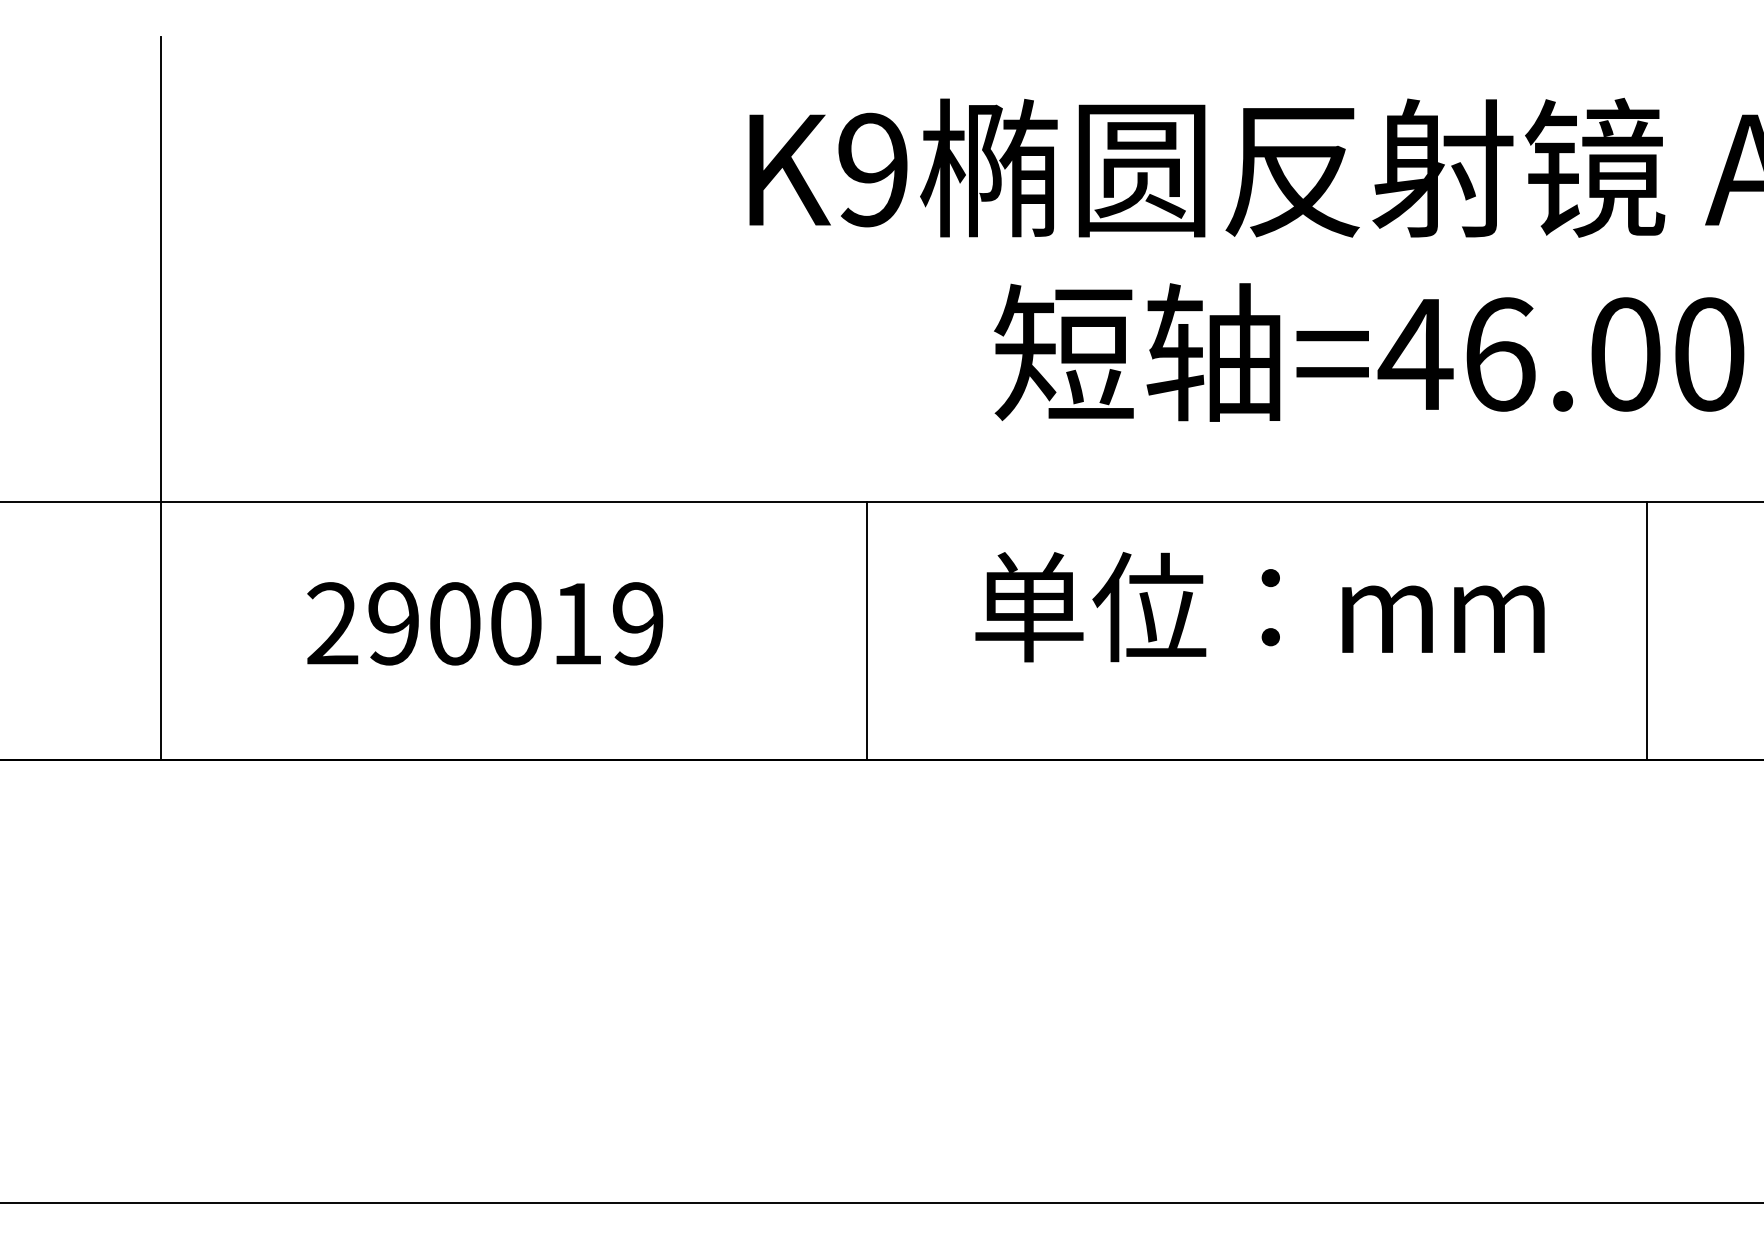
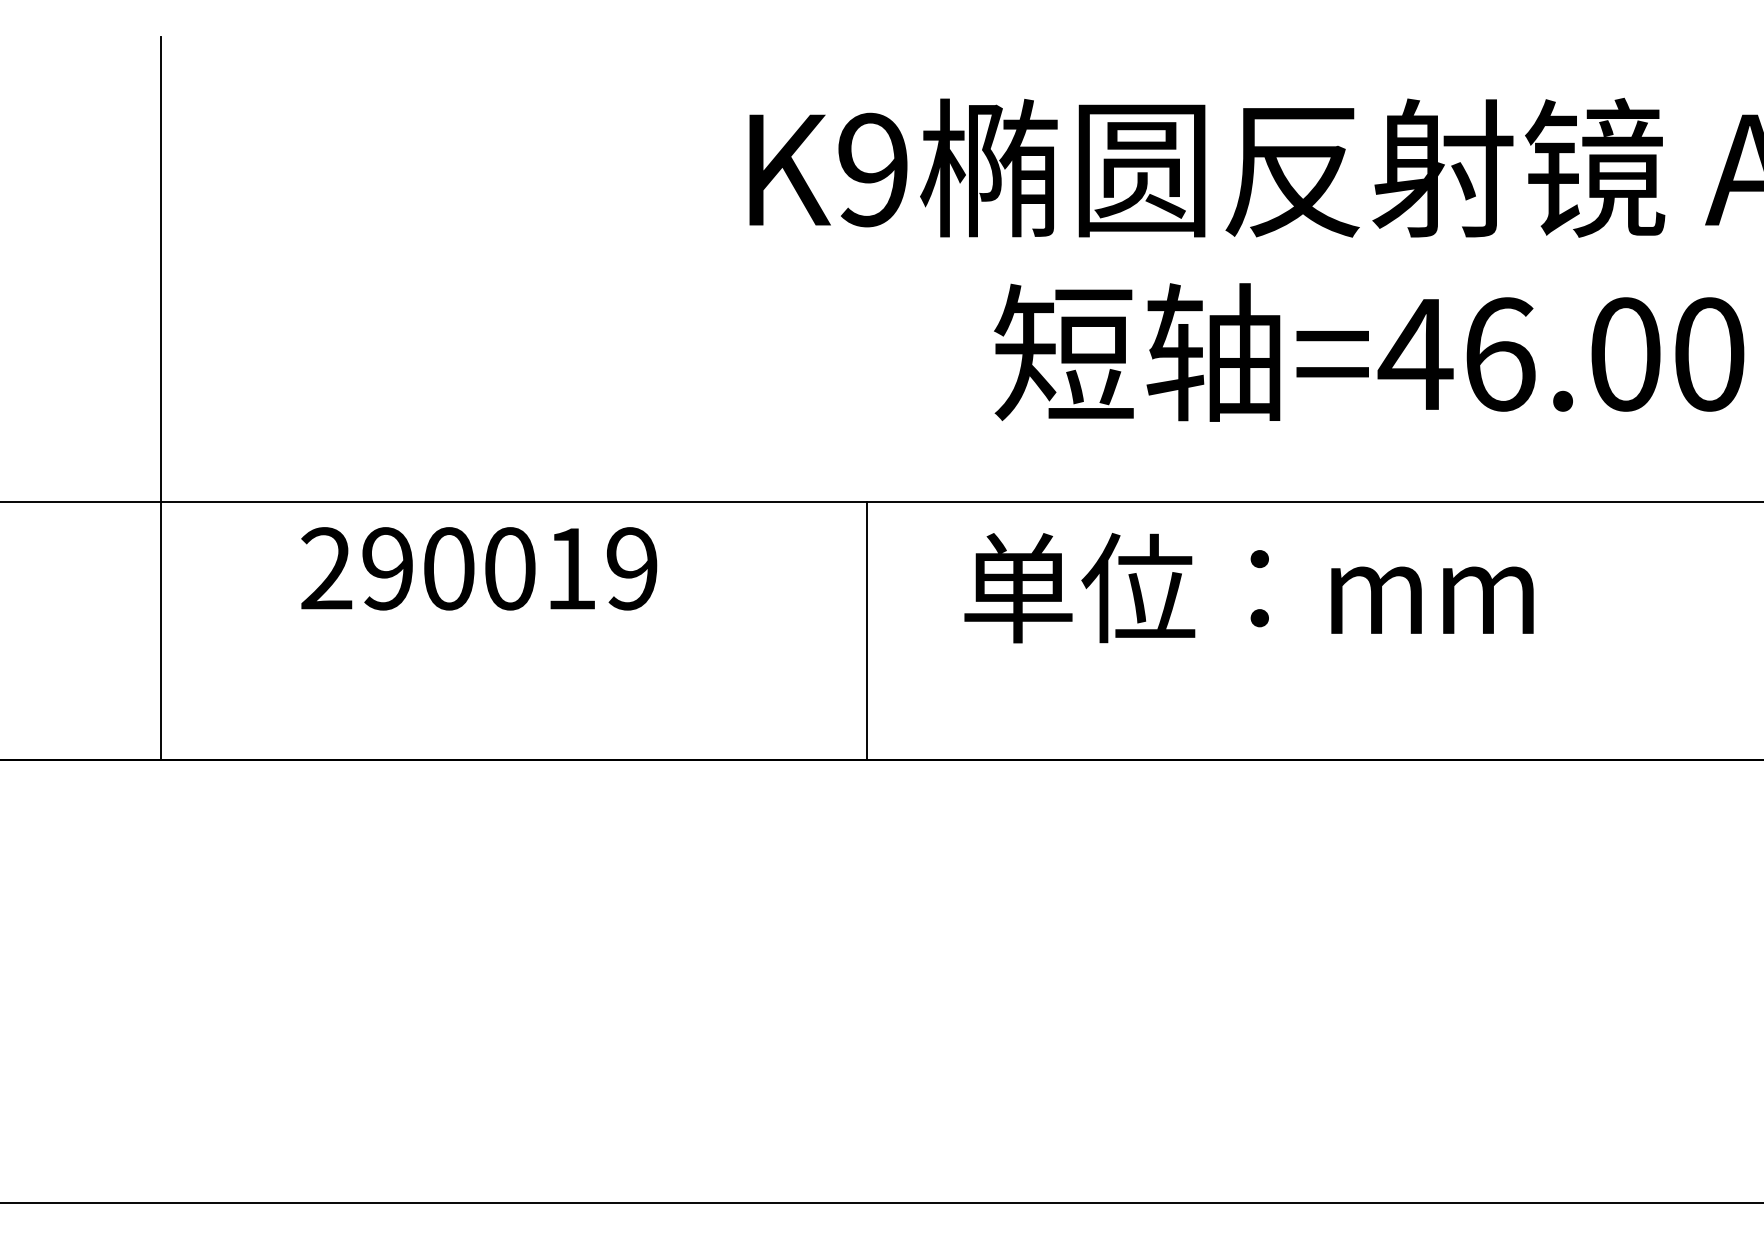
text at (1259, 607) position: (1259, 607) -> (1248, 588)
text at (485, 623) position: (485, 623) -> (479, 568)
line at (1647, 630): present -> none
